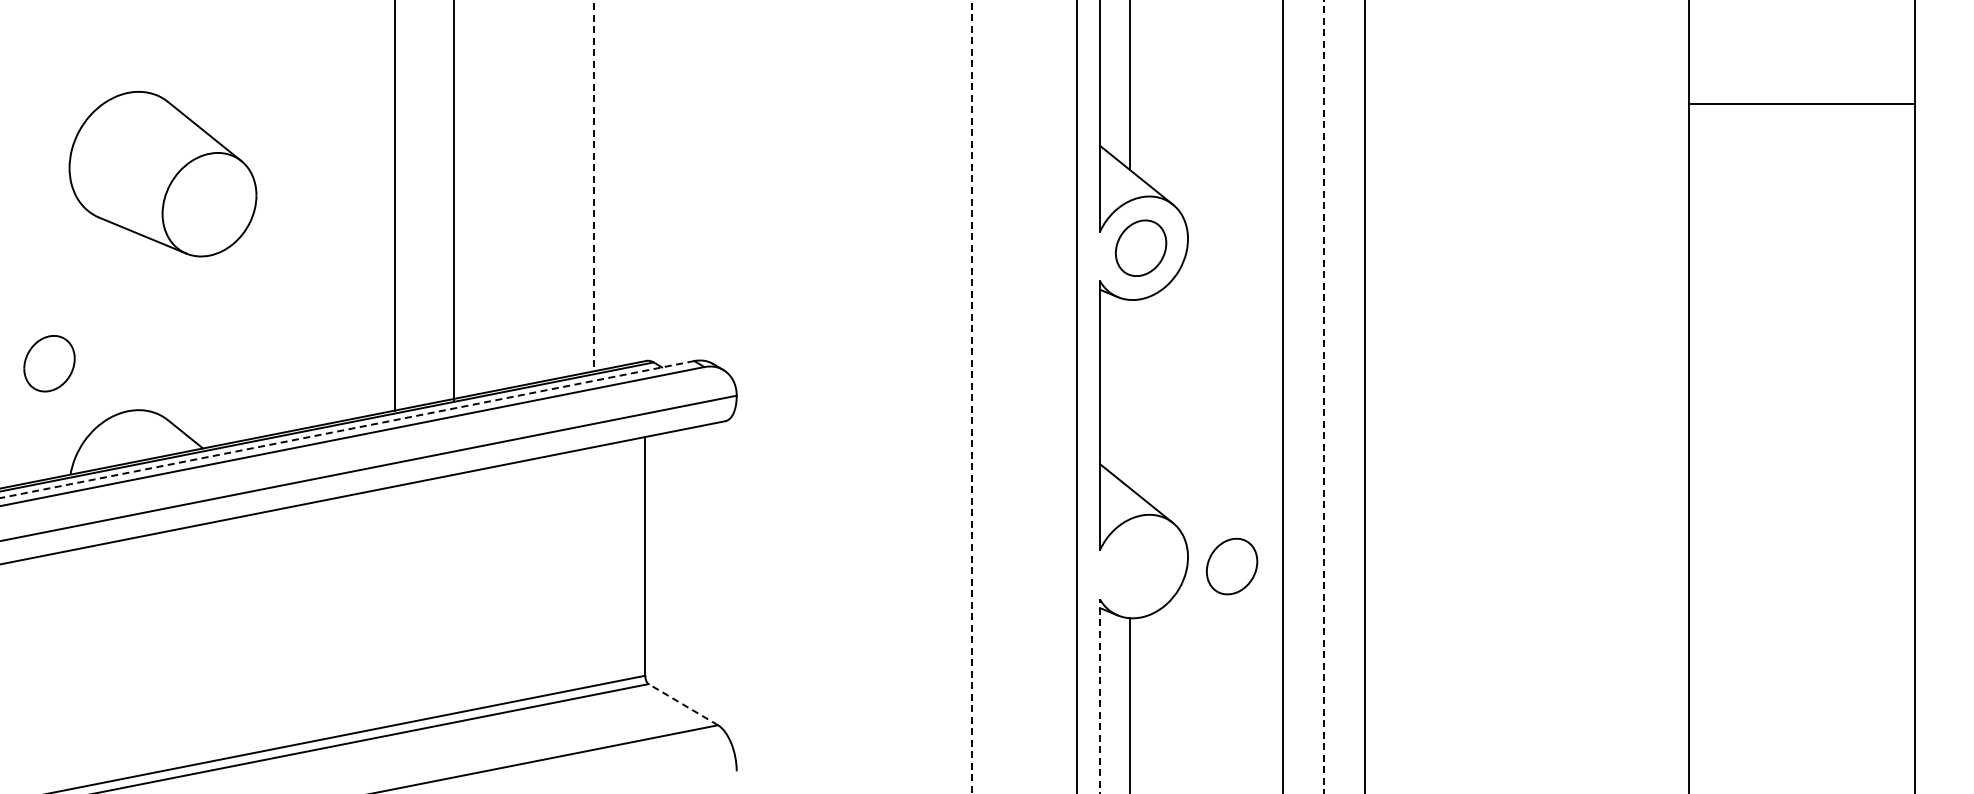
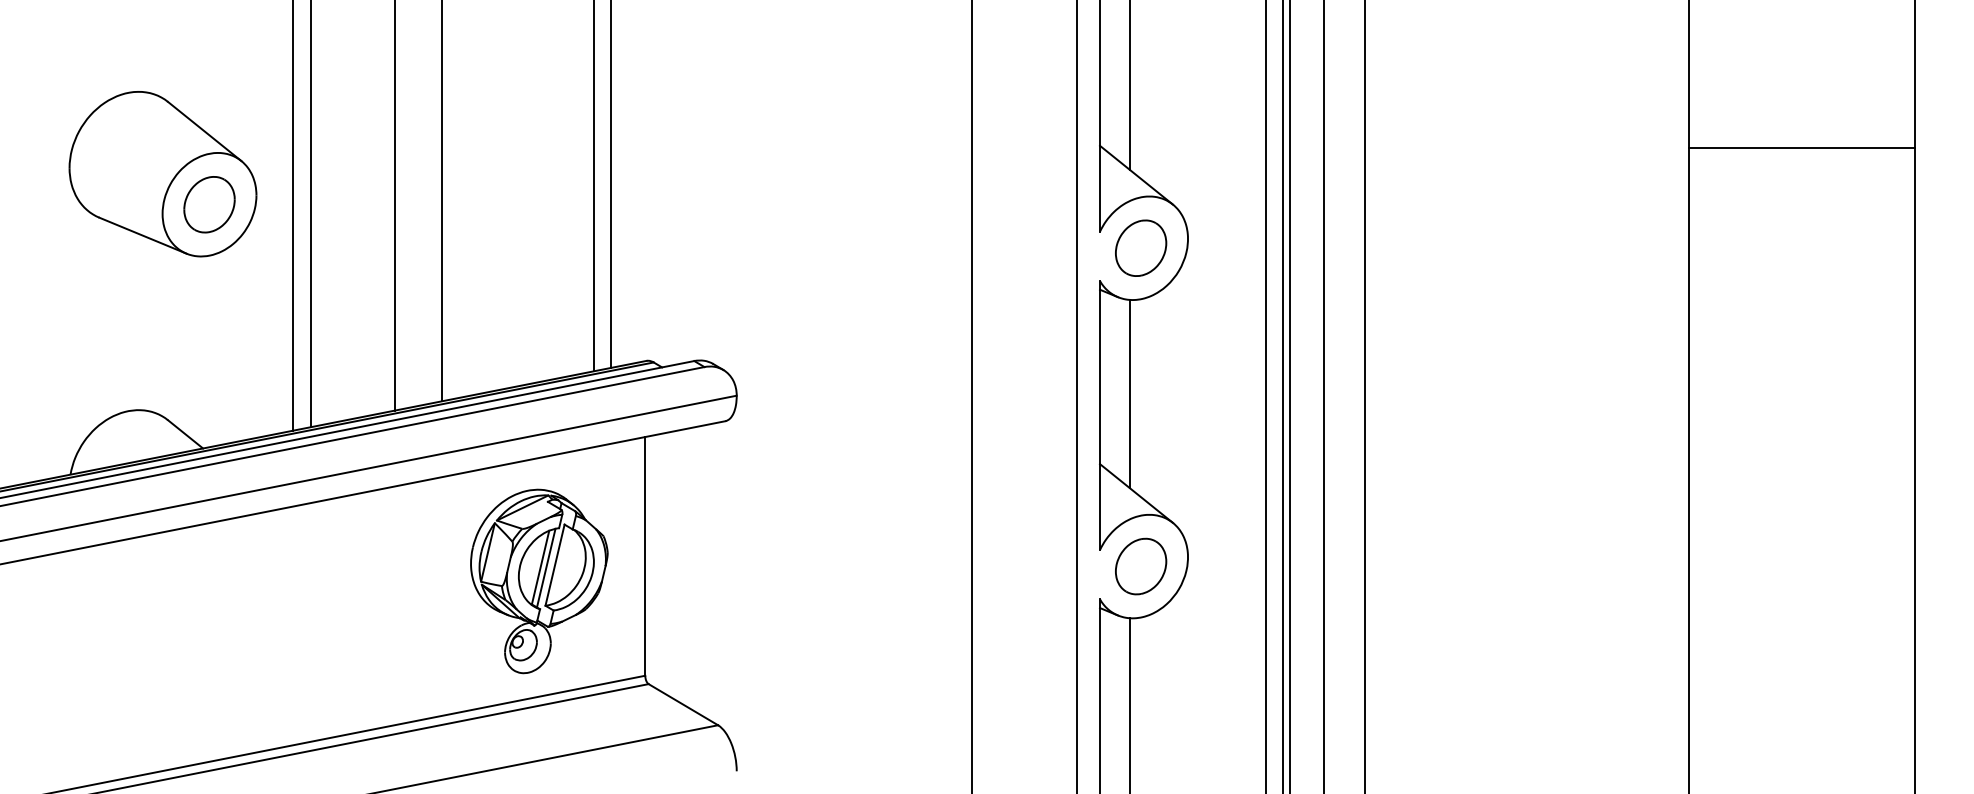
line at (1801, 103) position: (1801, 103) -> (1801, 147)
line at (610, 184): none -> present
line at (594, 186): dashed -> solid
line at (453, 201) position: (453, 201) -> (441, 201)
line at (310, 214): none -> present
line at (292, 216): none -> present
part at (49, 363) position: (49, 363) -> (209, 204)
line at (1130, 393): none -> present
line at (971, 396): dashed -> solid
line at (1265, 396): none -> present
line at (1290, 396): none -> present
line at (1324, 396): dashed -> solid
line at (347, 429): dashed -> solid
part at (1232, 566) position: (1232, 566) -> (1141, 566)
part at (539, 581): none -> present
line at (1100, 696): dashed -> solid
line at (682, 704): dashed -> solid
